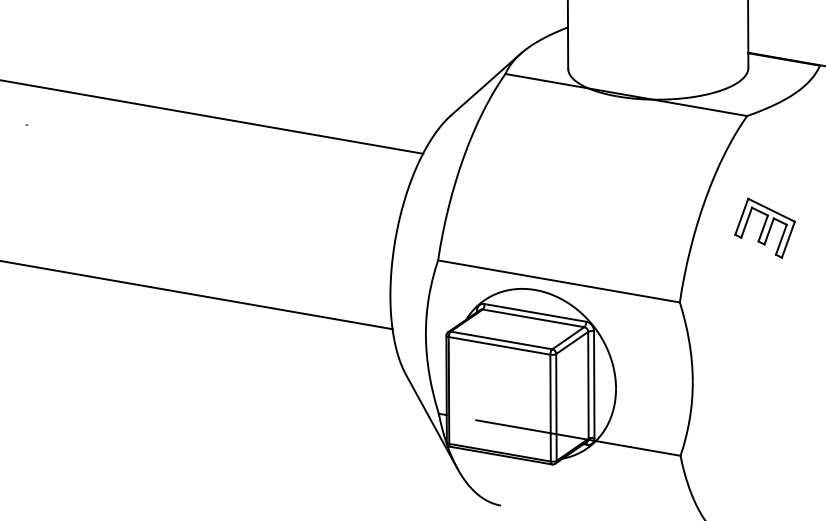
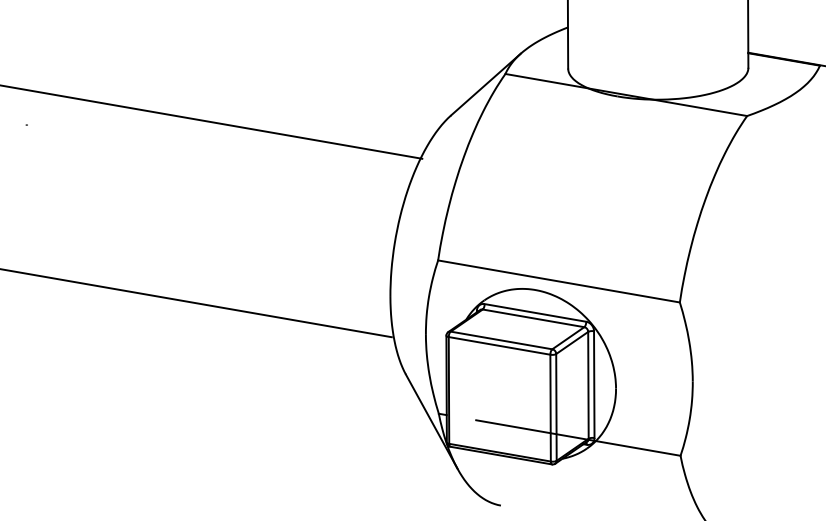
line at (212, 116) position: (212, 116) -> (212, 121)
part at (764, 227): present -> none
line at (197, 295) position: (197, 295) -> (196, 303)
